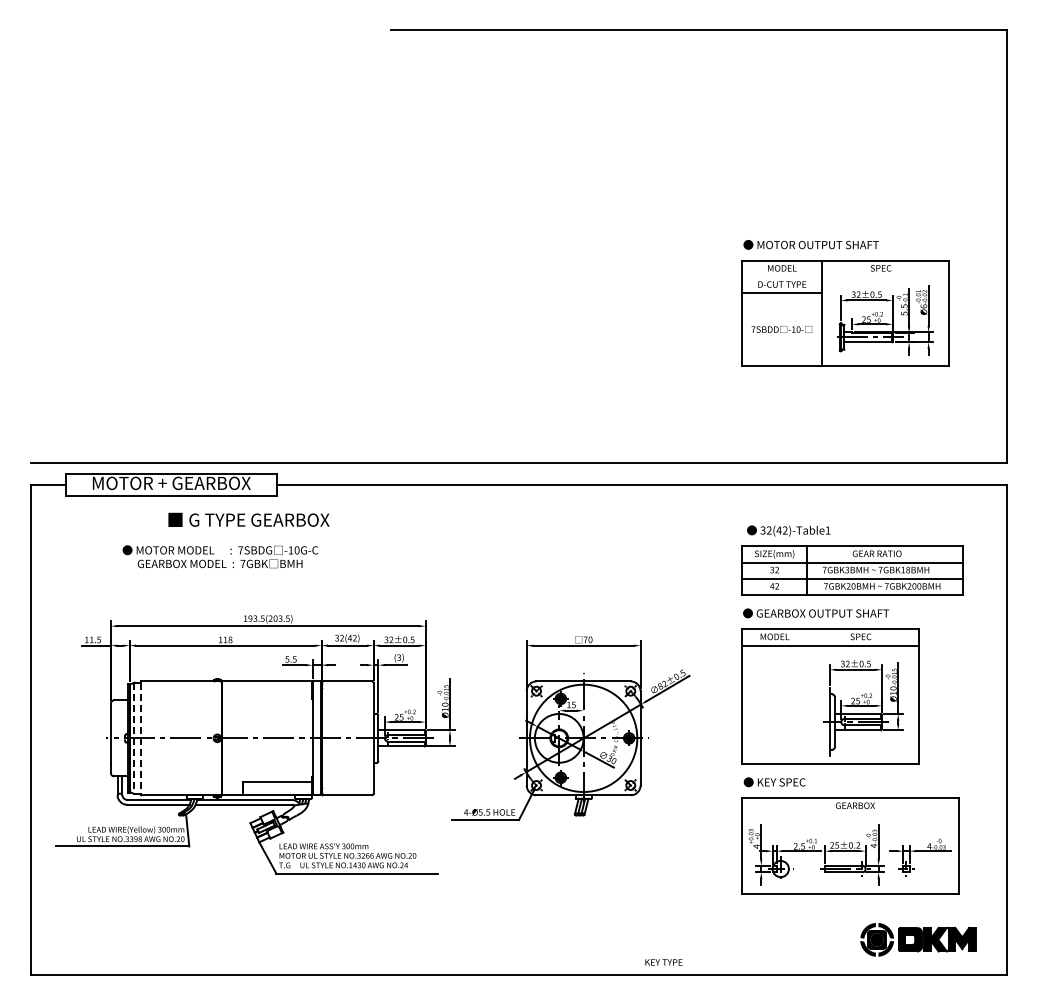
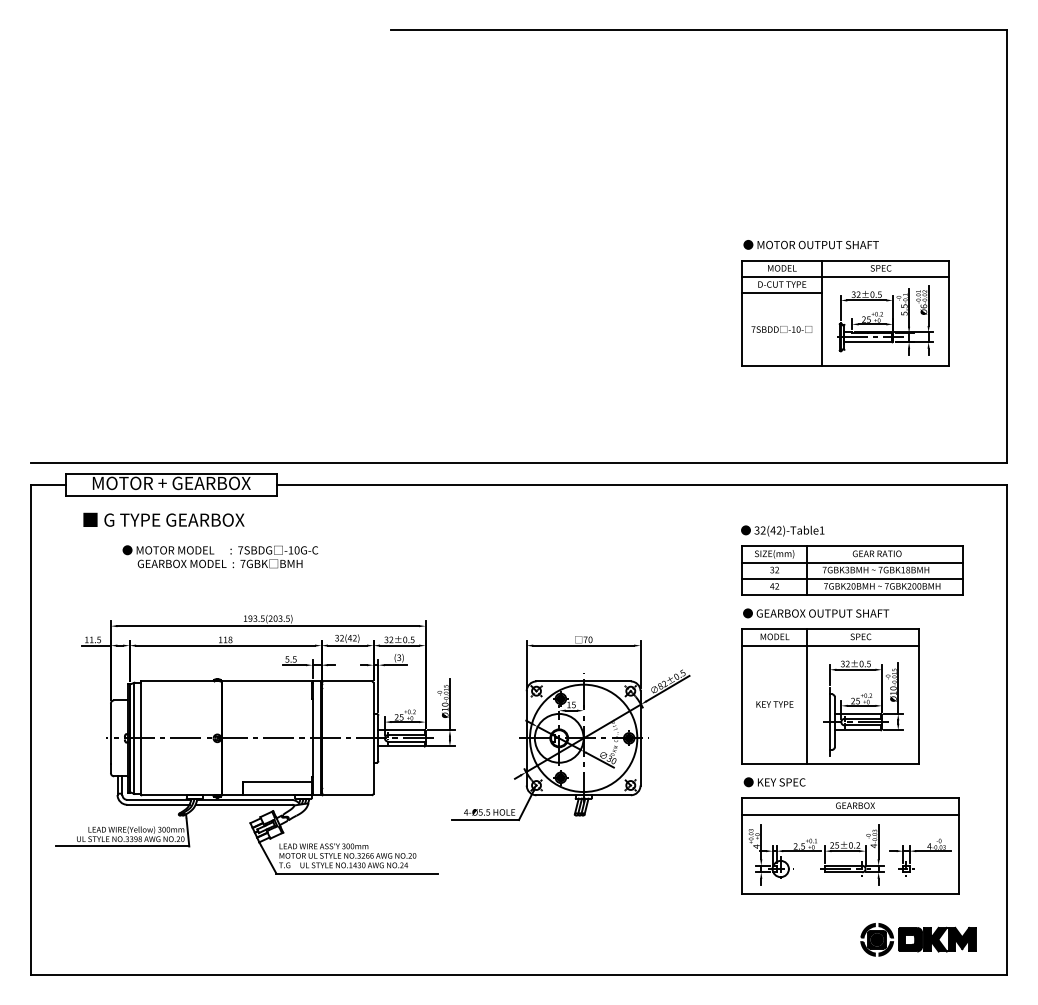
line at (845, 277): none -> present
text at (248, 519) position: (248, 519) -> (163, 519)
text at (788, 530) position: (788, 530) -> (782, 530)
line at (807, 696): none -> present
line at (134, 738): dashed -> solid
line at (140, 738): dashed -> solid
line at (850, 814): none -> present
text at (663, 962) position: (663, 962) -> (774, 704)
